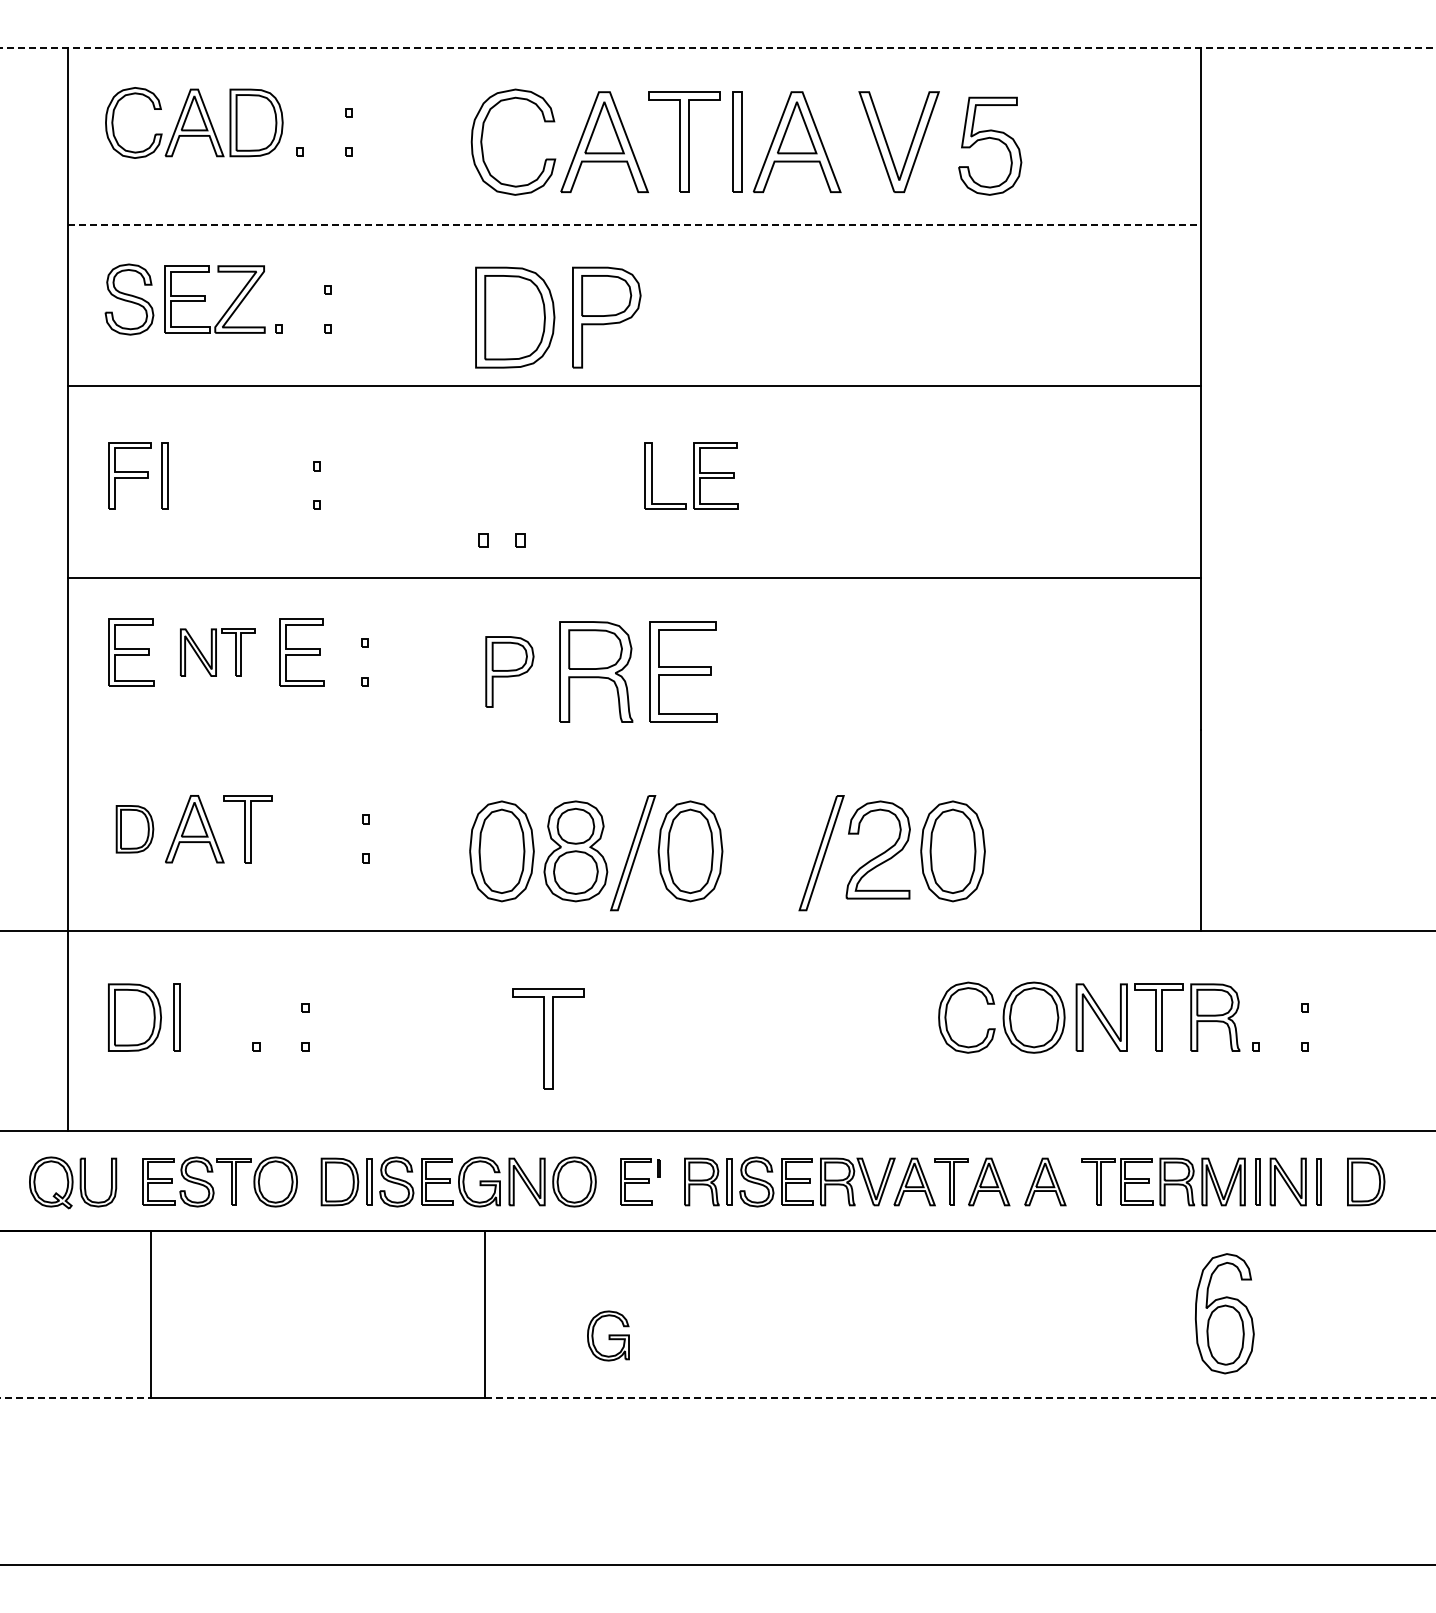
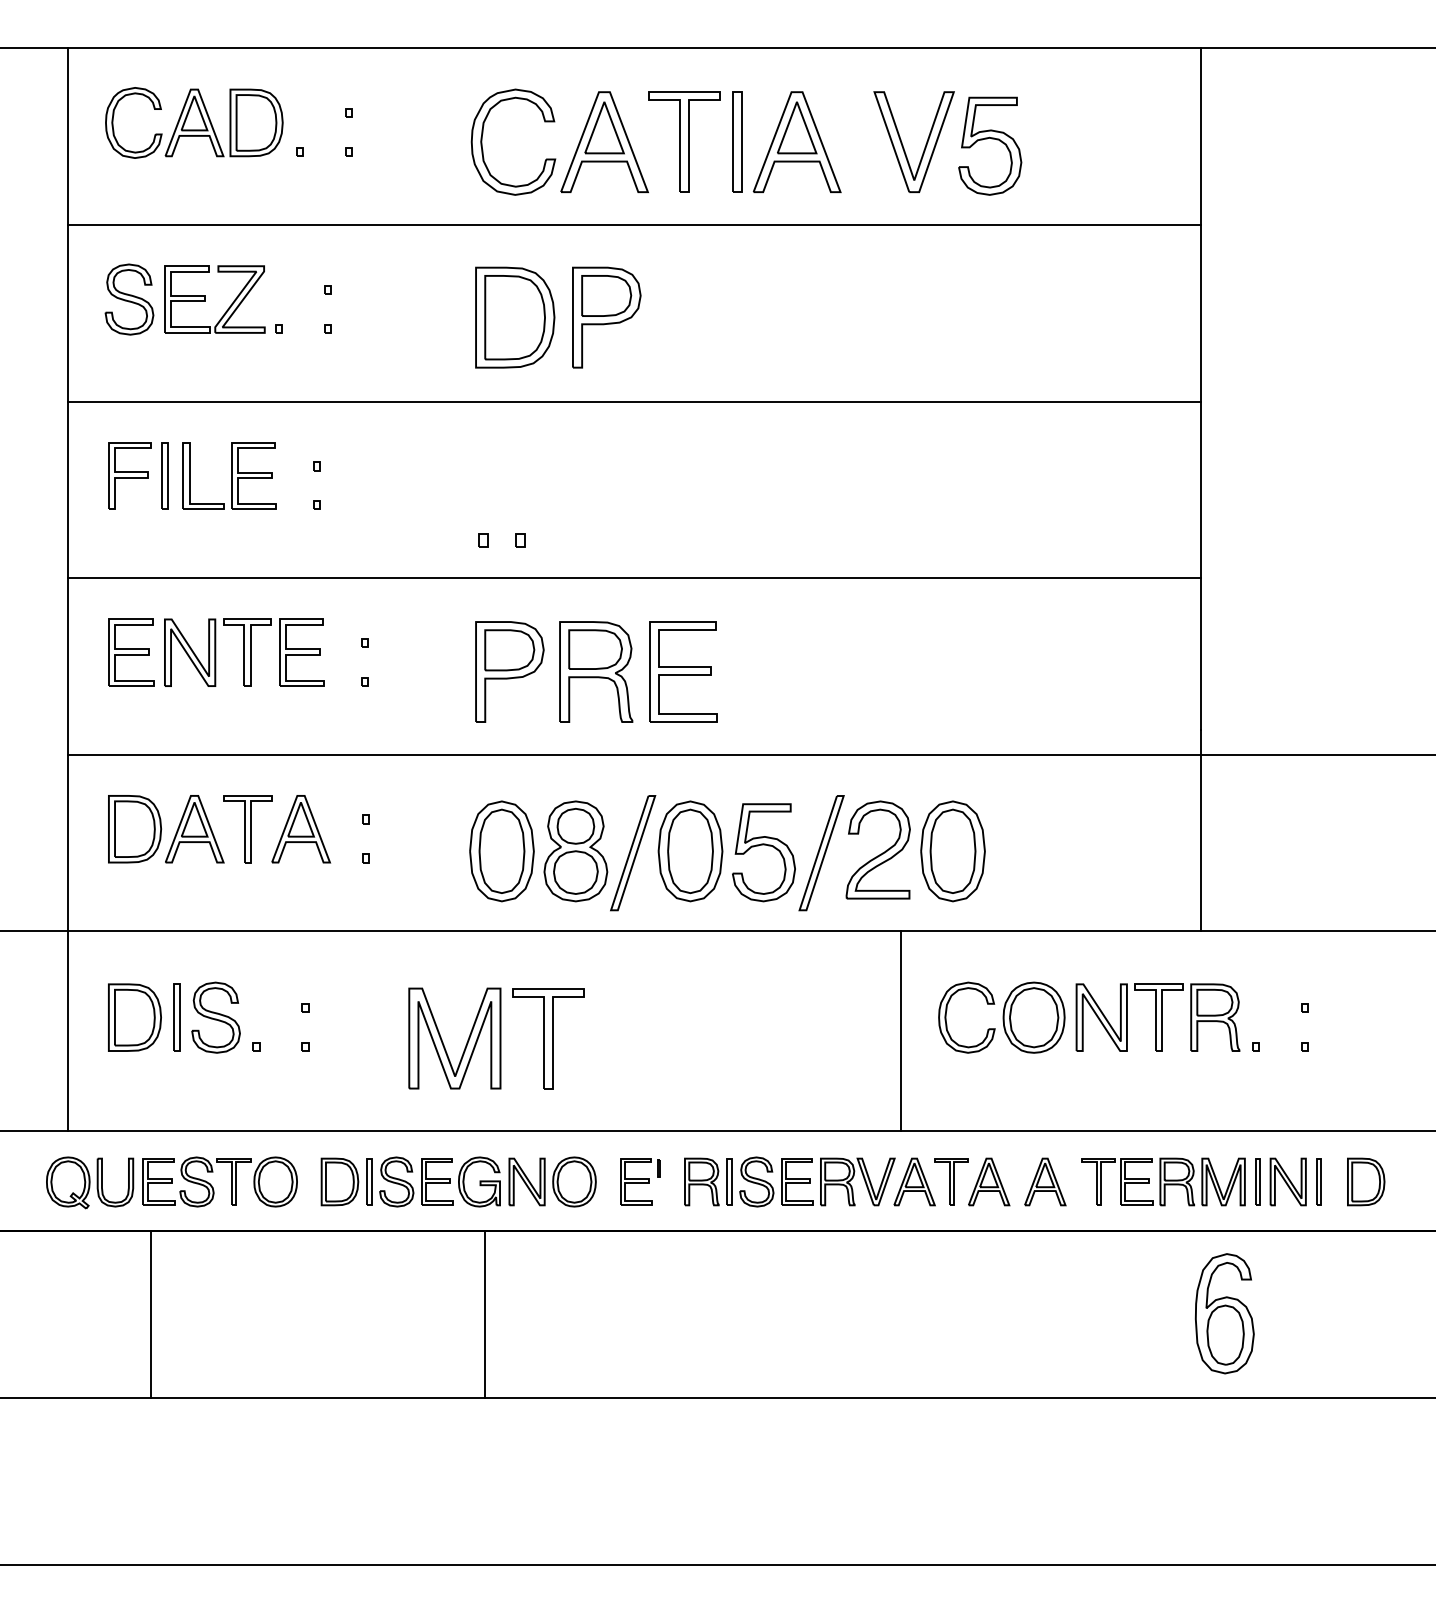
line at (718, 48): dashed -> solid
part at (888, 145) position: (888, 145) -> (903, 145)
line at (635, 225): dashed -> solid
line at (634, 385) position: (634, 385) -> (634, 401)
part at (691, 475) position: (691, 475) -> (229, 475)
part at (217, 652) size: 76x49 px -> 108x69 px
part at (509, 671) size: 50x72 px -> 70x102 px
line at (750, 754): none -> present
part at (134, 829) size: 40x49 px -> 54x69 px
part at (301, 829): none -> present
part at (763, 845): none -> present
part at (215, 1017): none -> present
line at (901, 1031): none -> present
part at (444, 1044): none -> present
part at (73, 1182) position: (73, 1182) -> (90, 1182)
part at (608, 1335): present -> none
line at (76, 1398): dashed -> solid
line at (960, 1398): dashed -> solid
